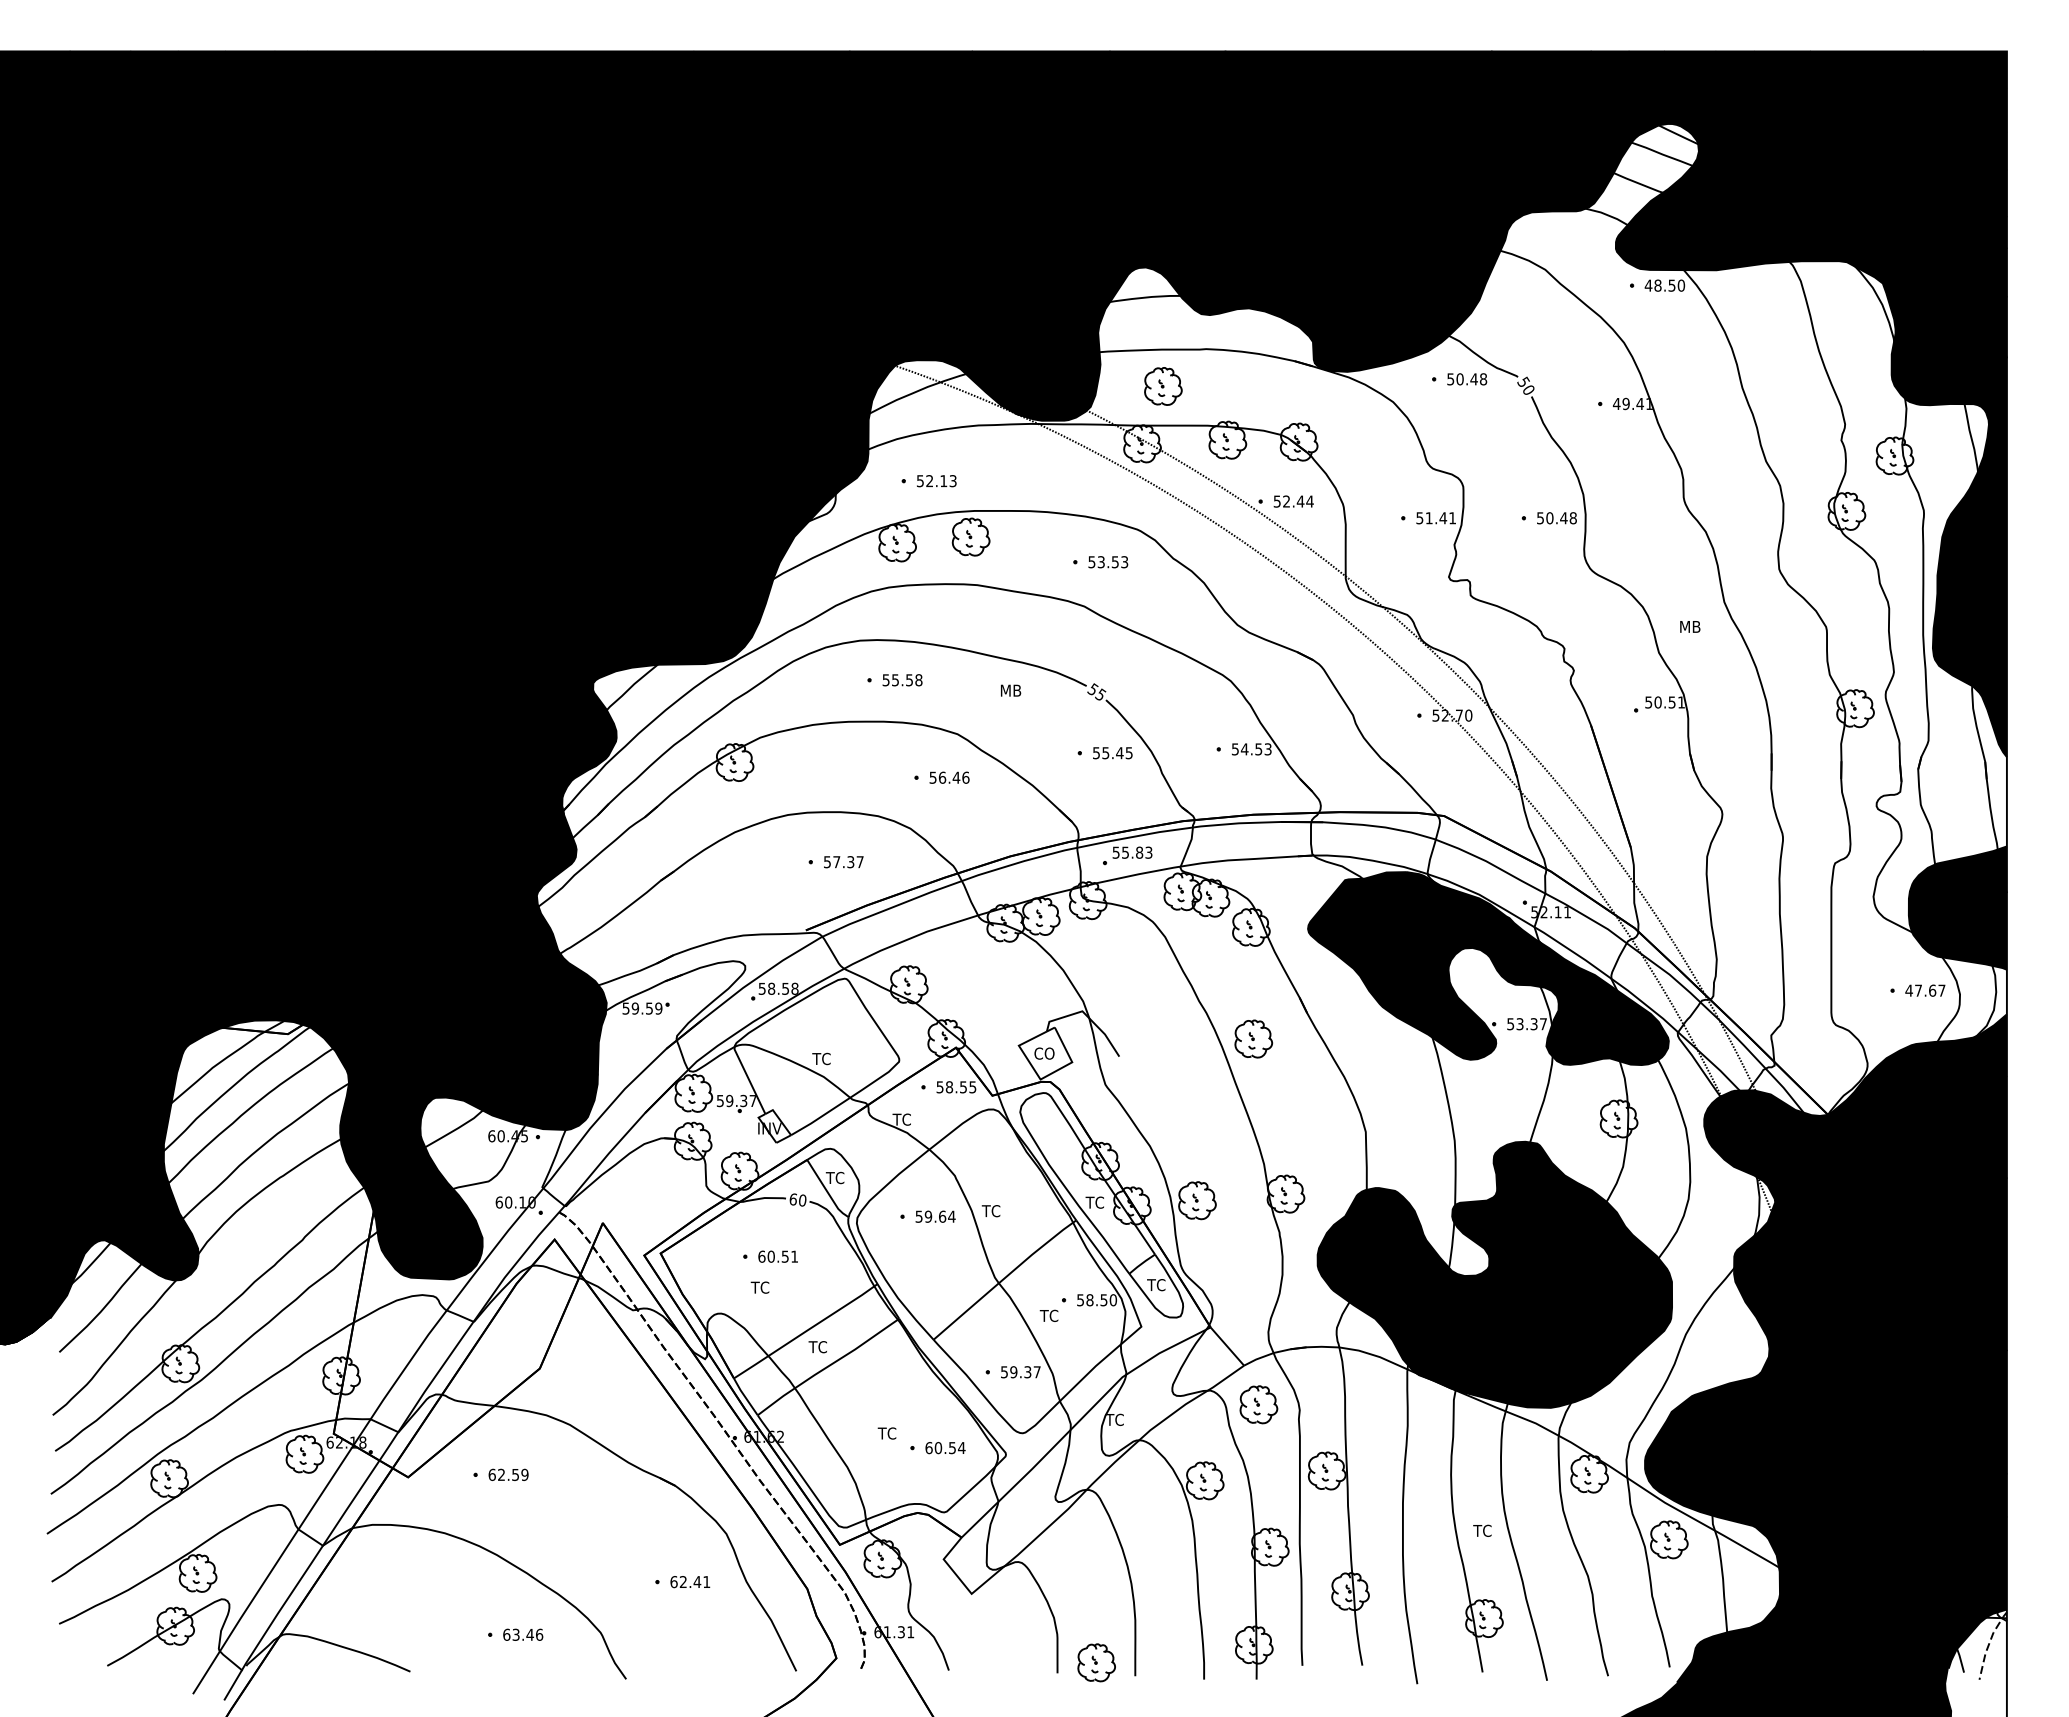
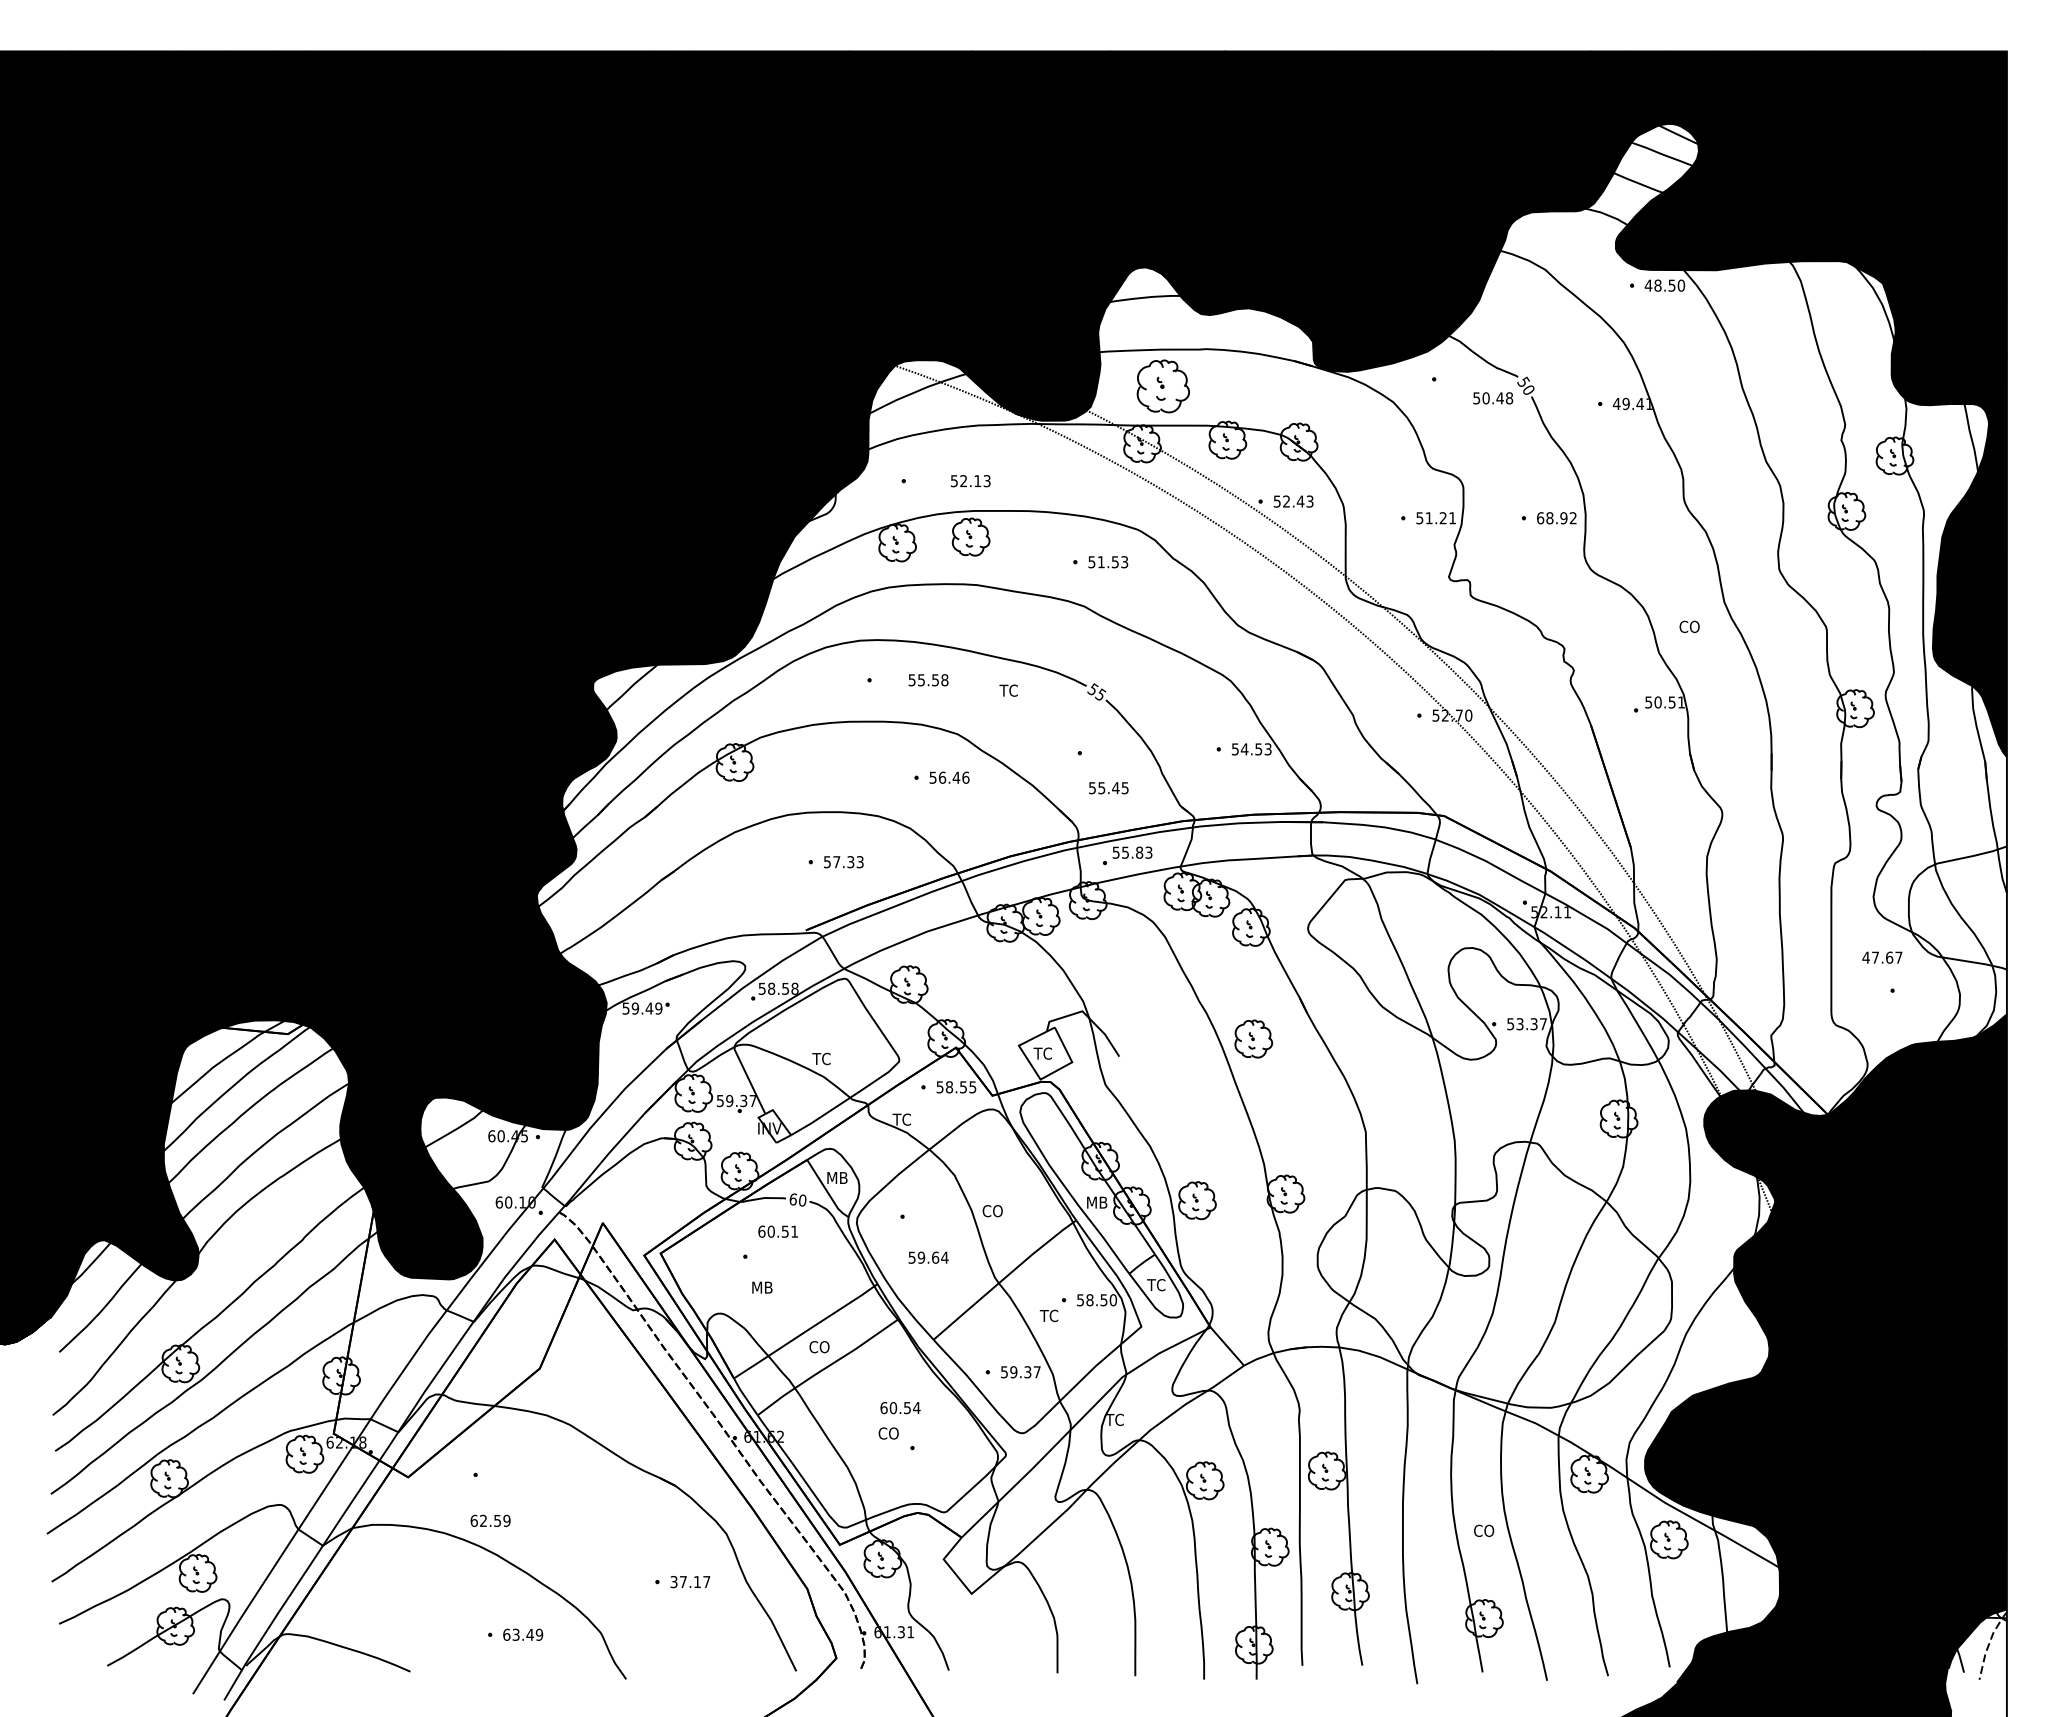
text at (1467, 379) position: (1467, 379) -> (1493, 398)
part at (1163, 386) size: 39x39 px -> 54x55 px
text at (936, 481) position: (936, 481) -> (970, 481)
text at (1309, 501): 52.44 -> 52.43
text at (1443, 518): 51.41 -> 51.21
text at (1556, 518): 50.48 -> 68.92
text at (1100, 562): 53.53 -> 51.53
text at (1689, 626): MB -> CO
text at (902, 680) position: (902, 680) -> (928, 680)
text at (1010, 690): MB -> TC
text at (1112, 753) position: (1112, 753) -> (1108, 788)
text at (859, 862): 57.37 -> 57.33
fill at (1957, 907): present -> none
fill at (1488, 968): present -> none
text at (1925, 990) position: (1925, 990) -> (1882, 957)
text at (649, 1008): 59.59 -> 59.49
text at (1043, 1053): CO -> TC
text at (836, 1177): TC -> MB
text at (1096, 1202): TC -> MB
text at (991, 1211): TC -> CO
text at (935, 1216) position: (935, 1216) -> (928, 1257)
text at (777, 1256) position: (777, 1256) -> (777, 1231)
fill at (1494, 1274): present -> none
text at (761, 1287): TC -> MB
text at (818, 1347): TC -> CO
part at (1258, 1404): present -> none
text at (887, 1433): TC -> CO
text at (945, 1448) position: (945, 1448) -> (900, 1408)
text at (508, 1474) position: (508, 1474) -> (490, 1520)
text at (1483, 1530): TC -> CO
text at (690, 1582): 62.41 -> 37.17
text at (539, 1634): 63.46 -> 63.49
part at (1096, 1662): present -> none
